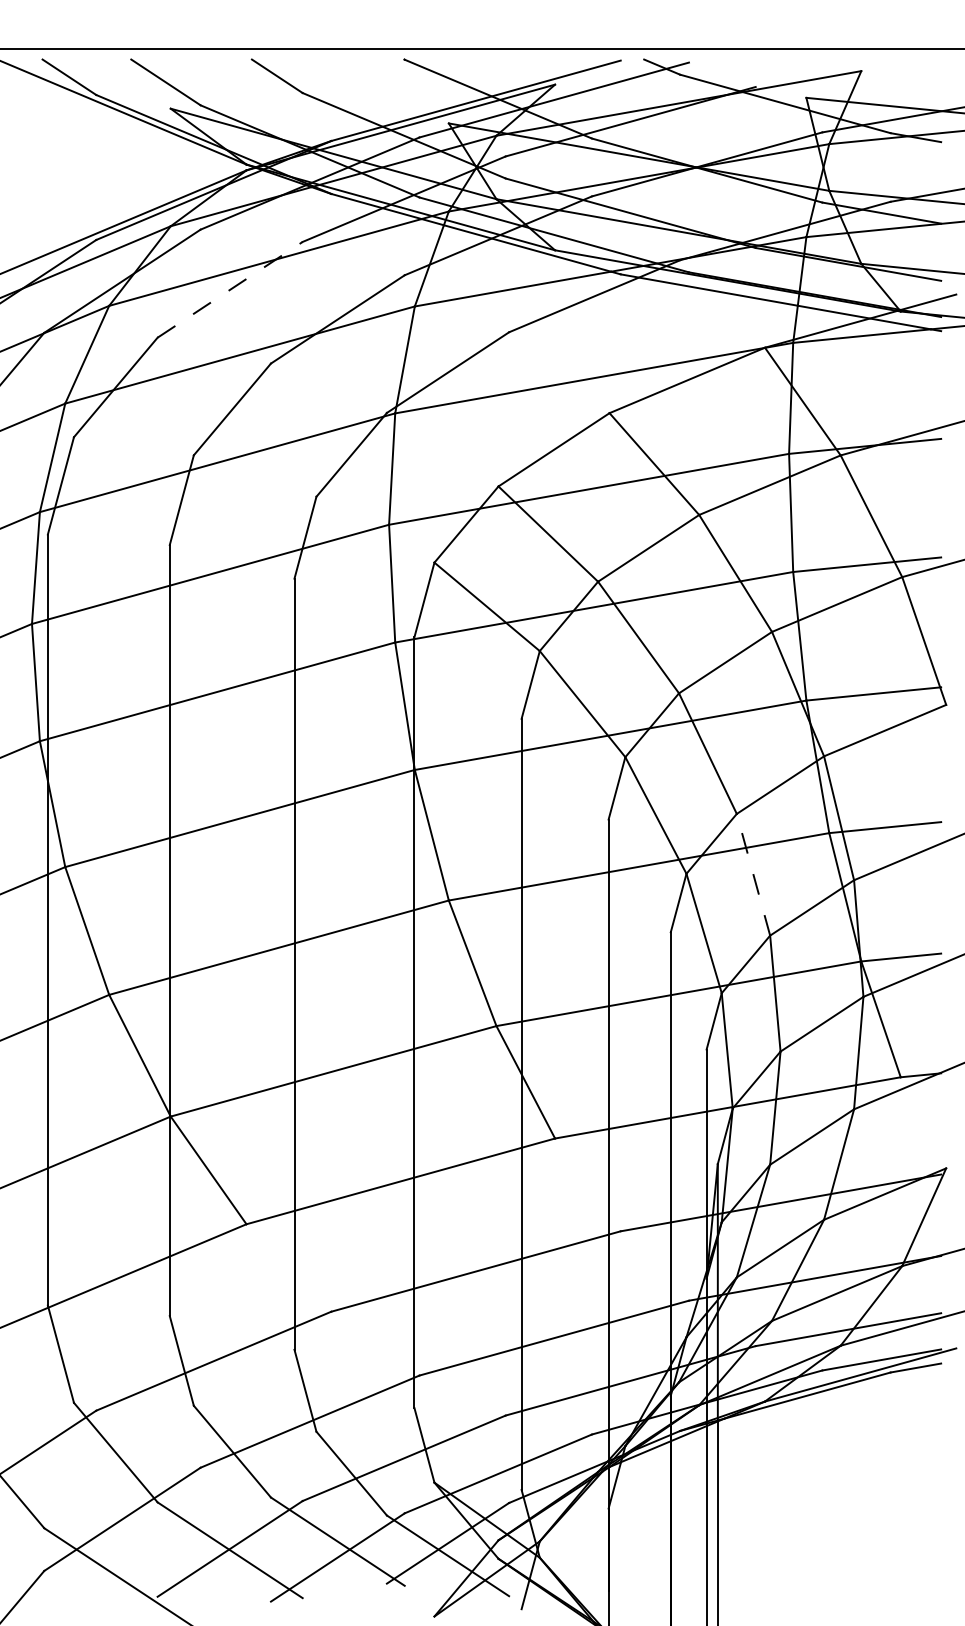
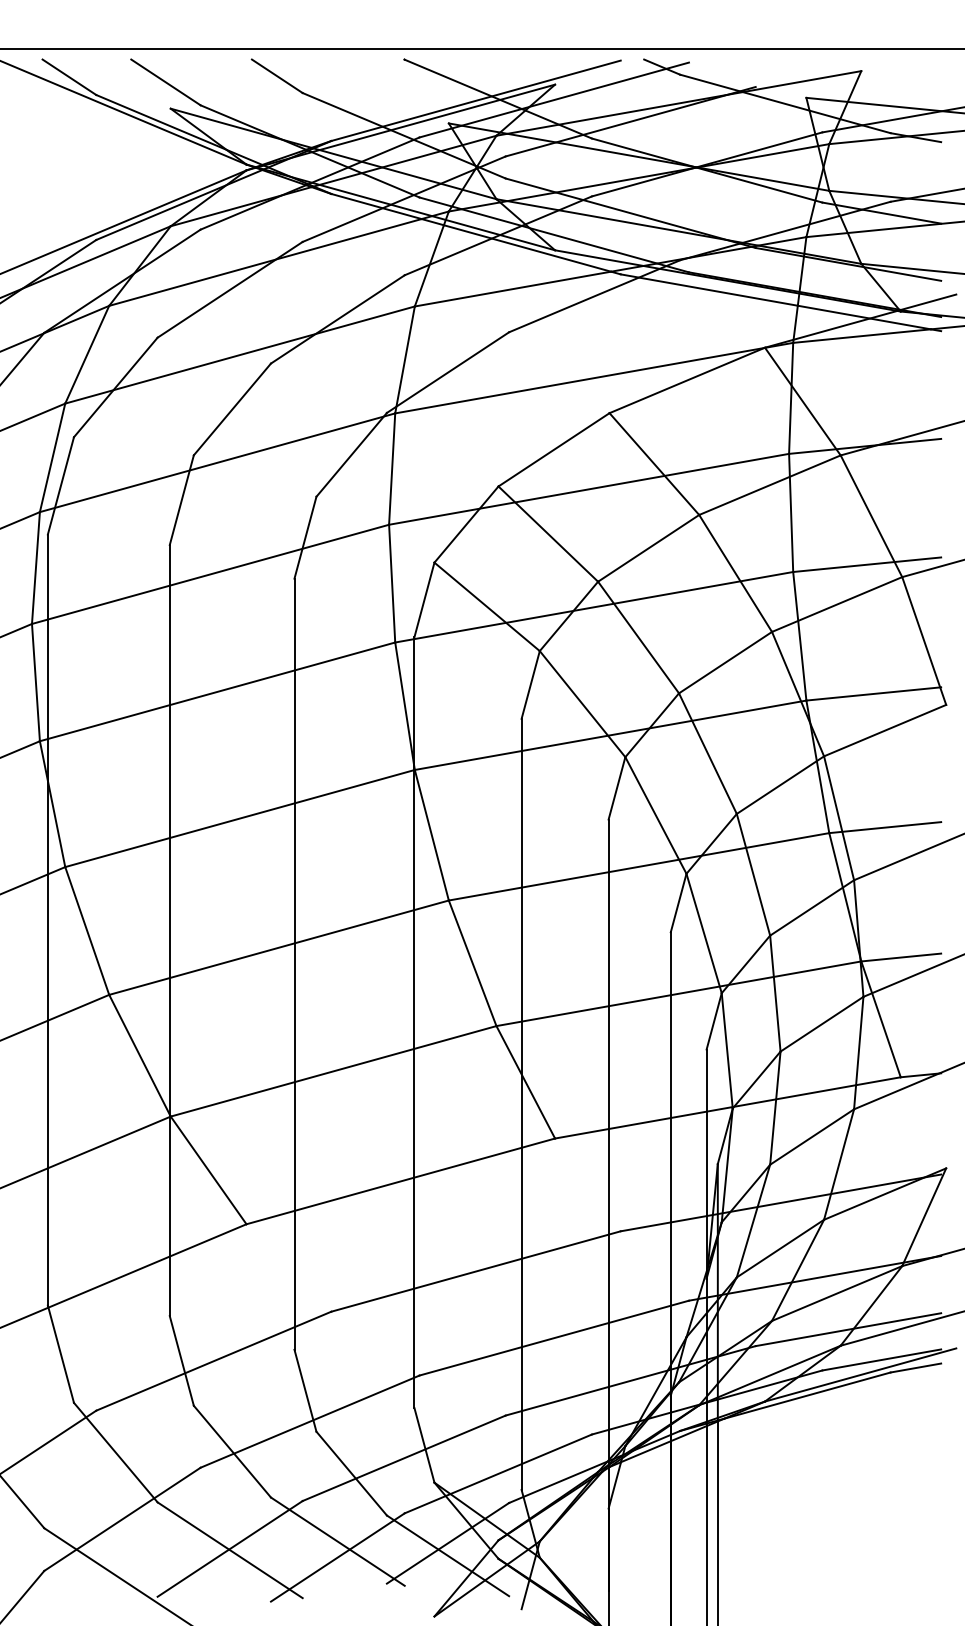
line at (230, 289): dashed -> solid
line at (753, 874): dashed -> solid
